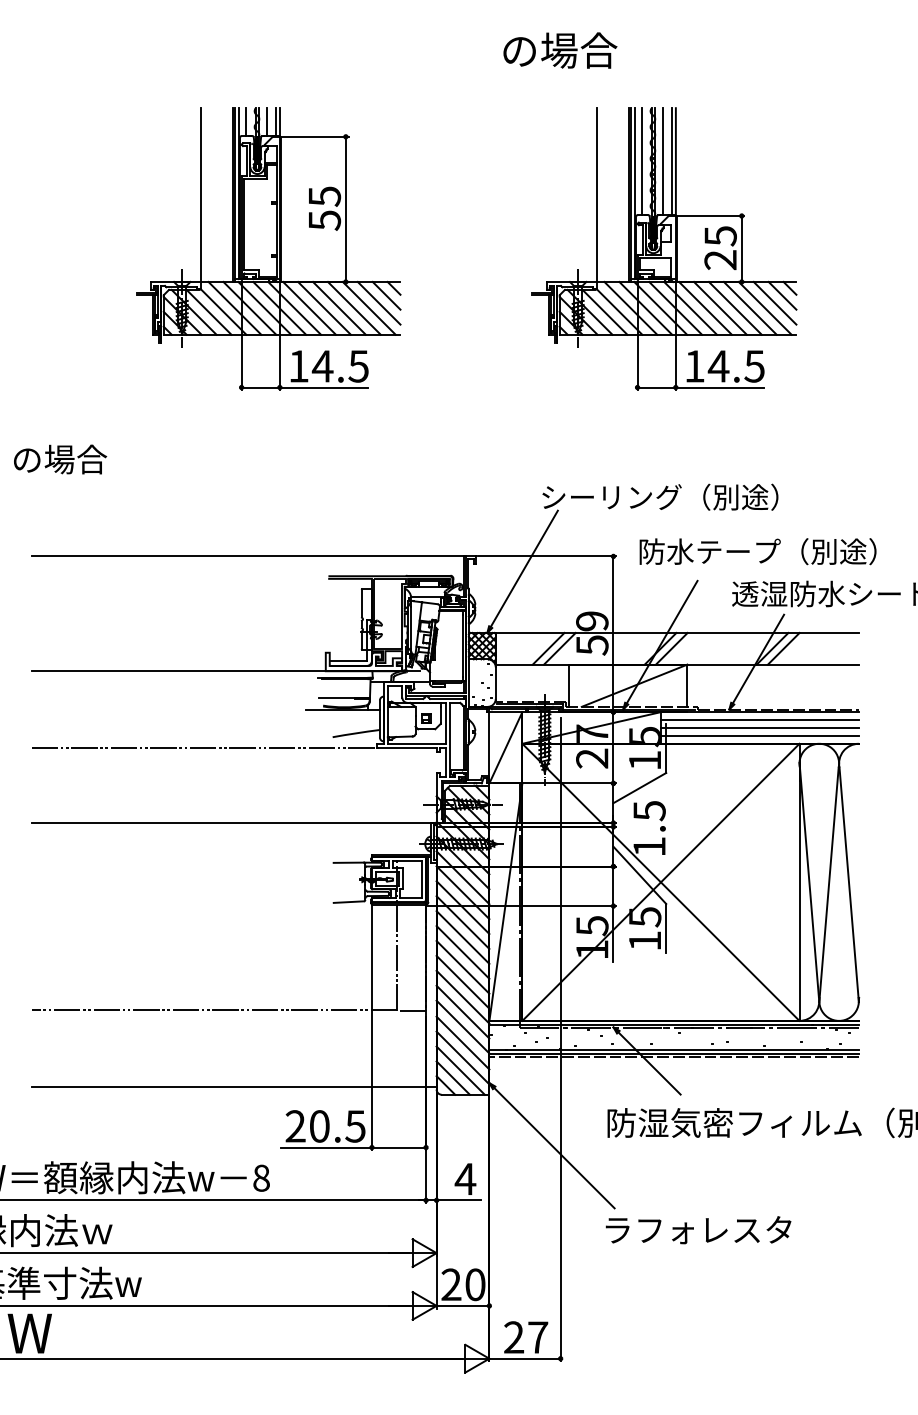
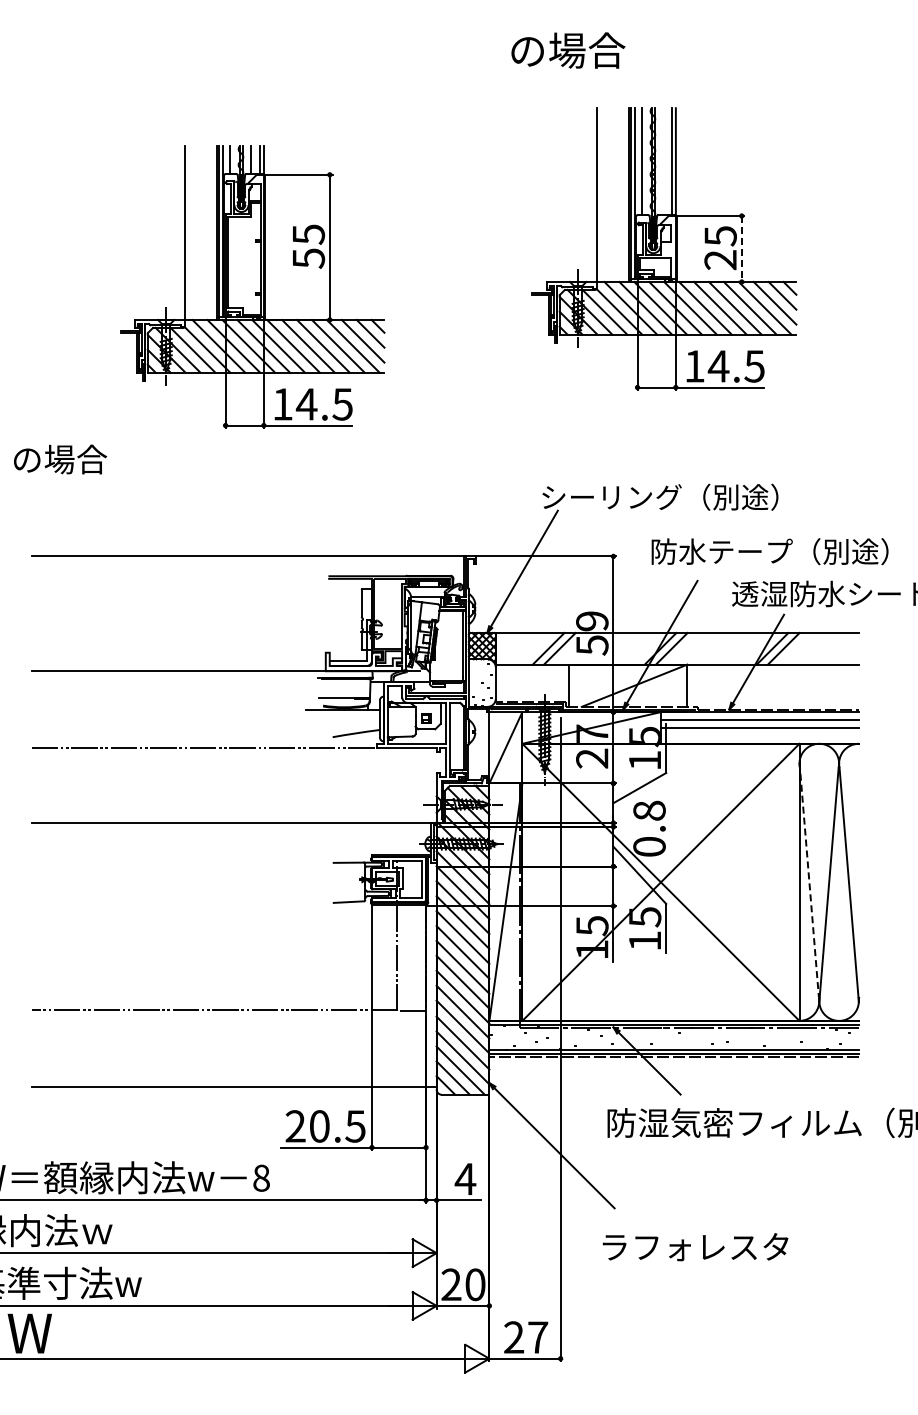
text at (560, 50) position: (560, 50) -> (568, 50)
line at (663, 161): present -> none
part at (268, 248) position: (268, 248) -> (252, 286)
line at (741, 248): solid -> dashed
text at (757, 551) position: (757, 551) -> (769, 551)
line at (759, 735): present -> none
text at (649, 828): 1.5 -> 0.8
line at (809, 879): solid -> dashed
text at (698, 1230) position: (698, 1230) -> (695, 1247)
